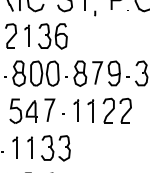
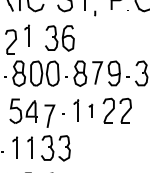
part at (10, 35) position: (10, 35) -> (10, 41)
part at (52, 36) position: (52, 36) -> (59, 38)
line at (49, 109) position: (49, 109) -> (49, 115)
part at (90, 110) size: 8x24 px -> 6x15 px
